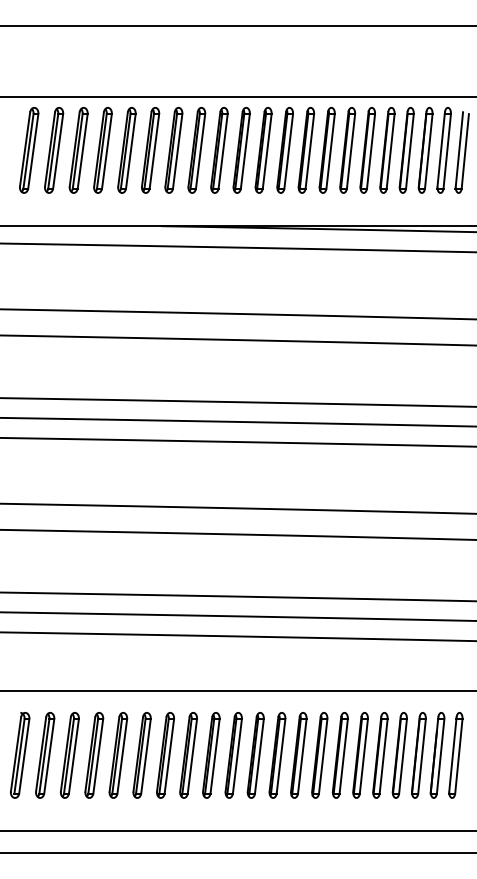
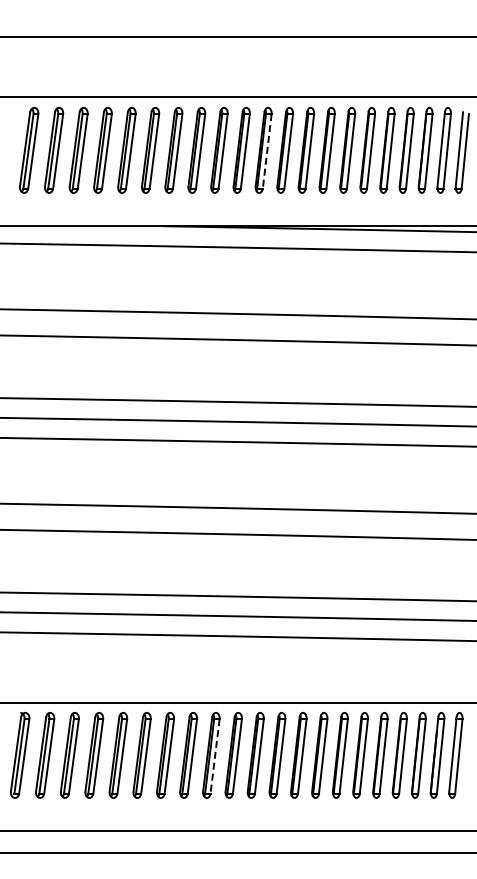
line at (237, 26) position: (237, 26) -> (237, 37)
line at (267, 151): solid -> dashed
line at (237, 690) position: (237, 690) -> (237, 702)
line at (215, 756): solid -> dashed
